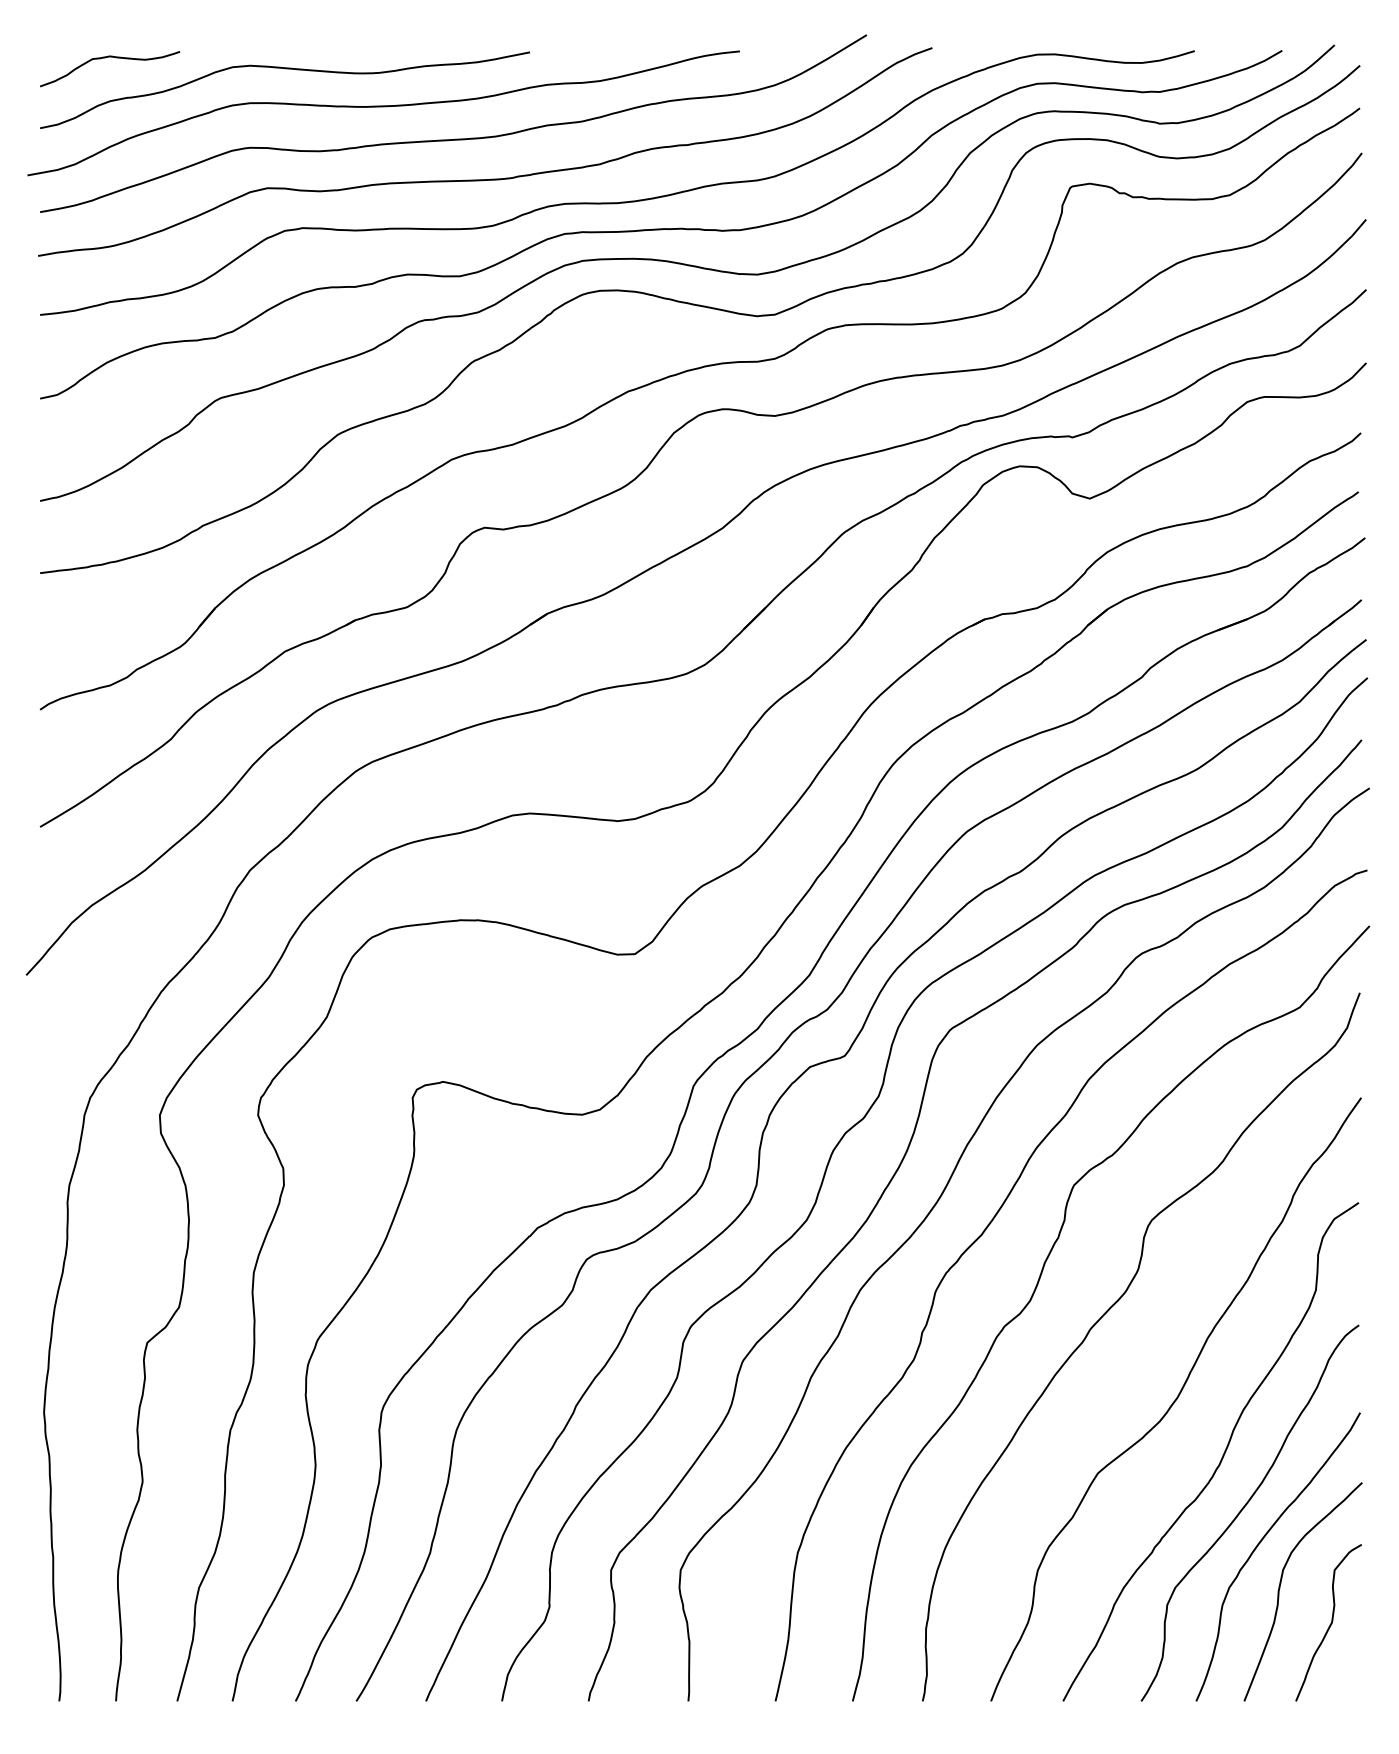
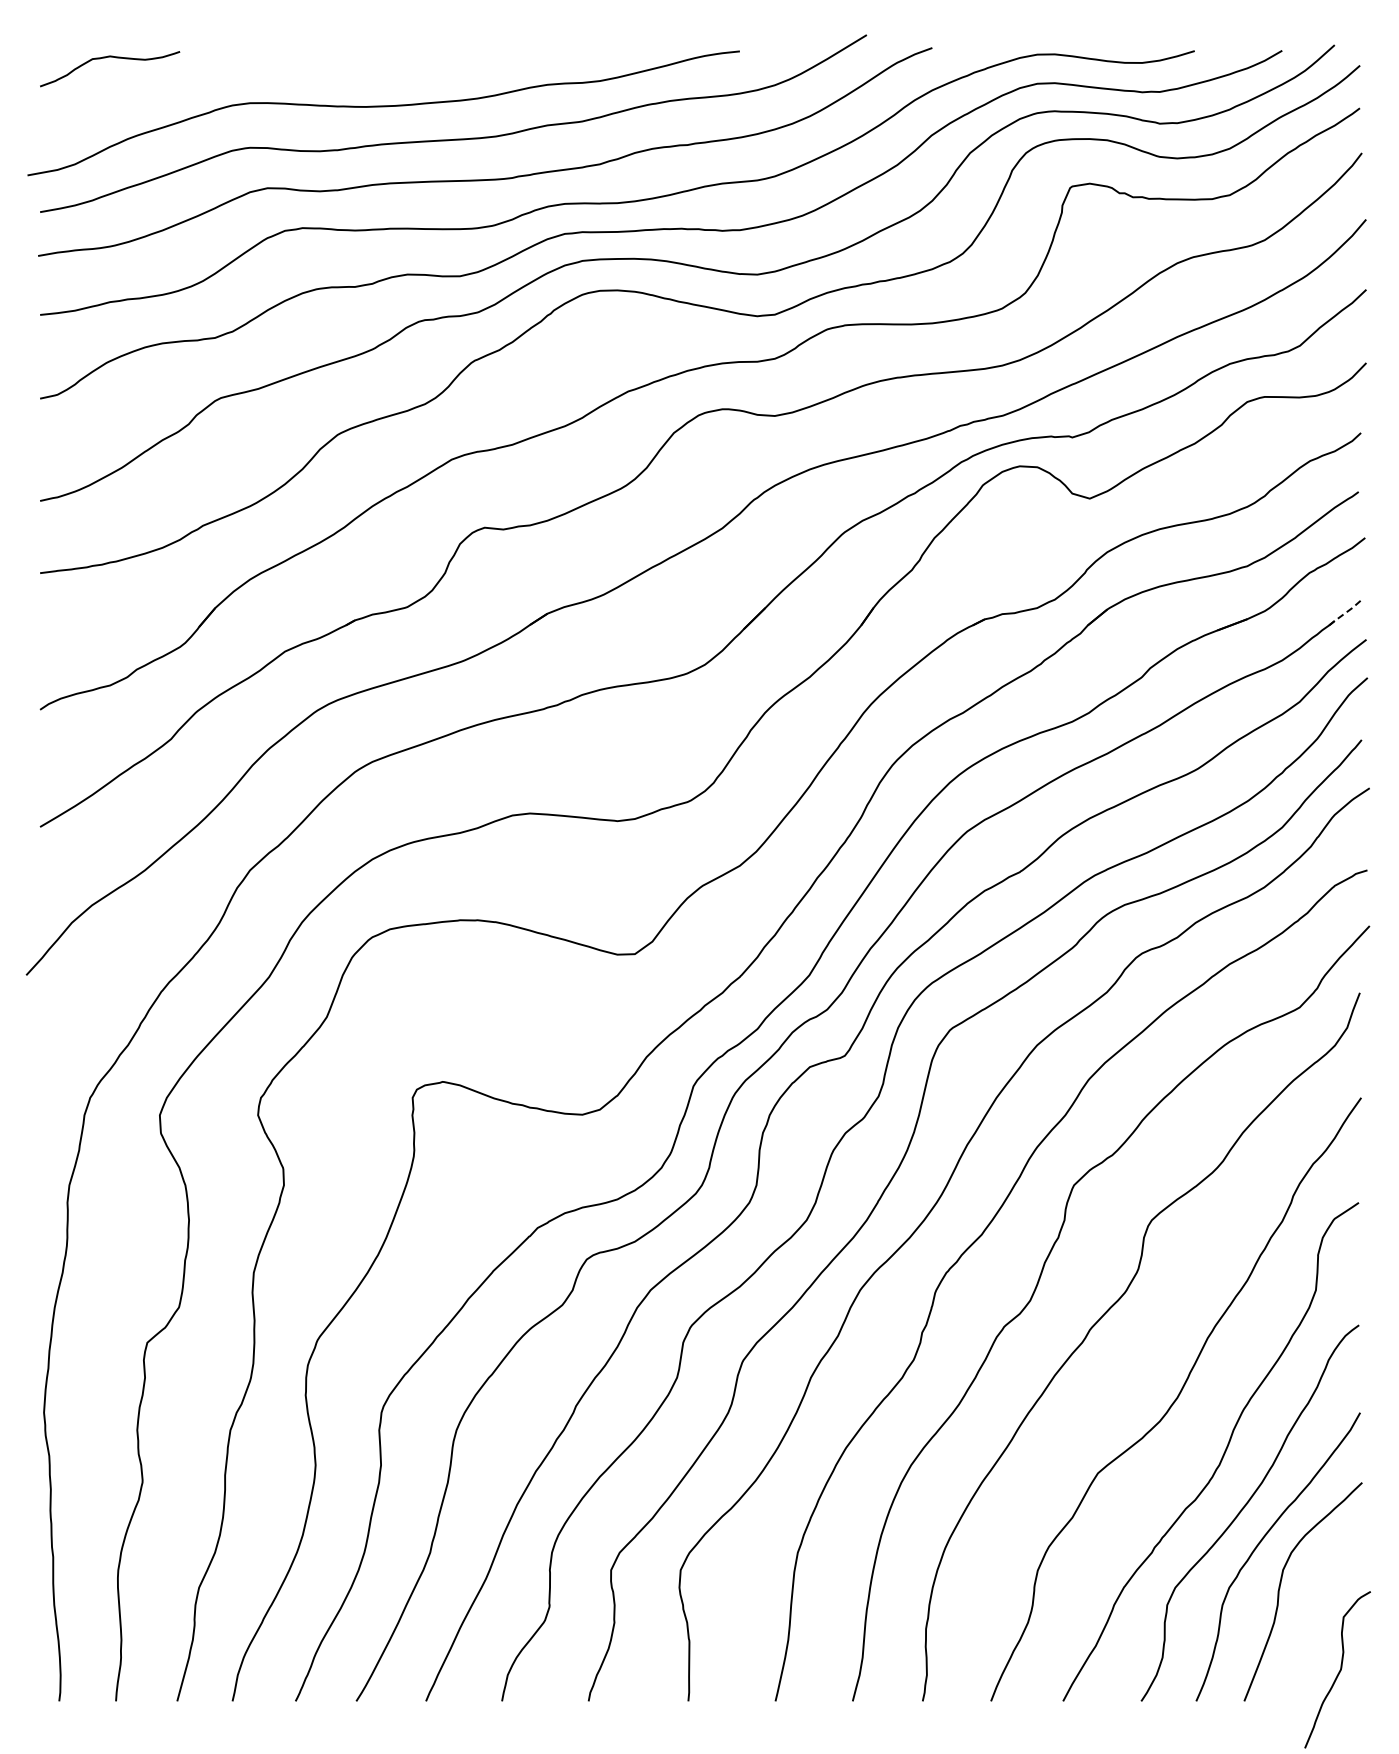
curve at (285, 69): present -> none
line at (1345, 613): solid -> dashed
curve at (1330, 1623) position: (1330, 1623) -> (1339, 1670)
